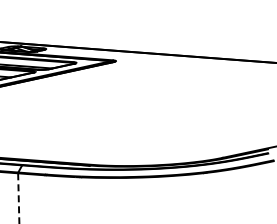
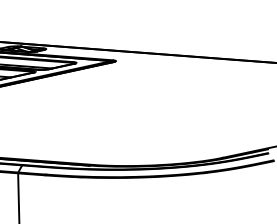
line at (18, 198): dashed -> solid
